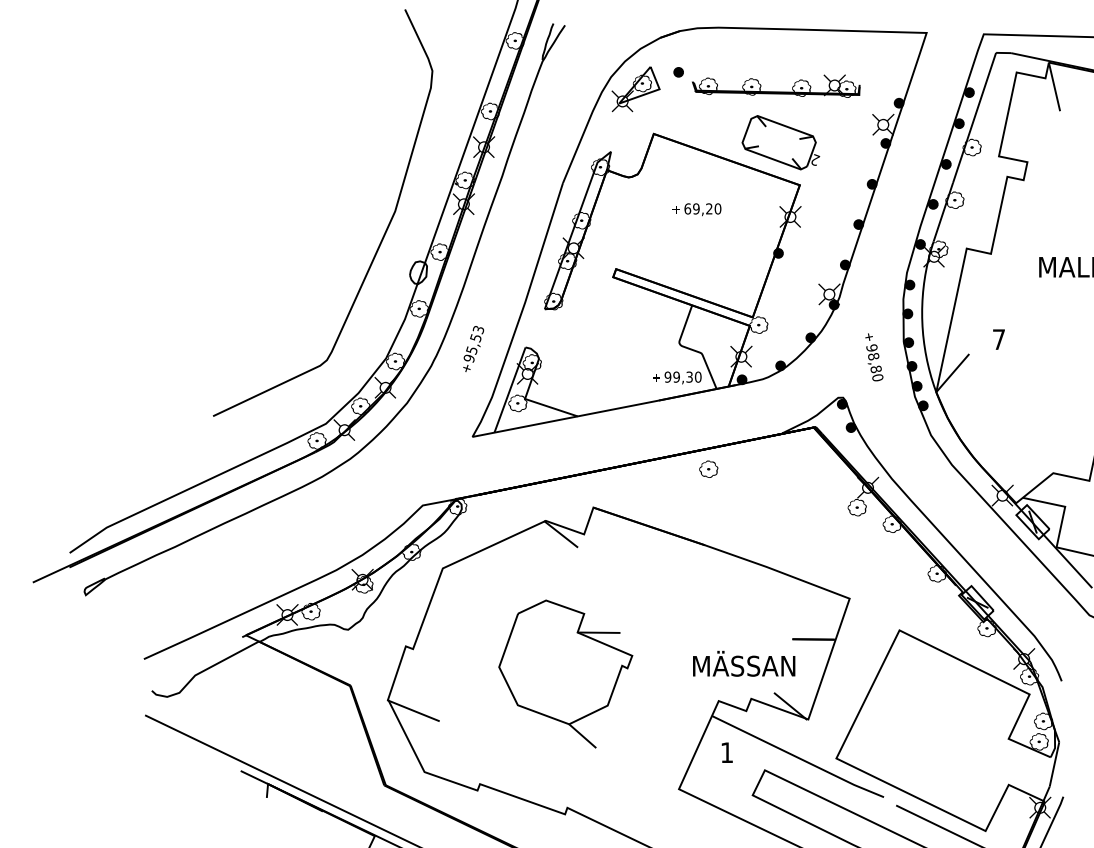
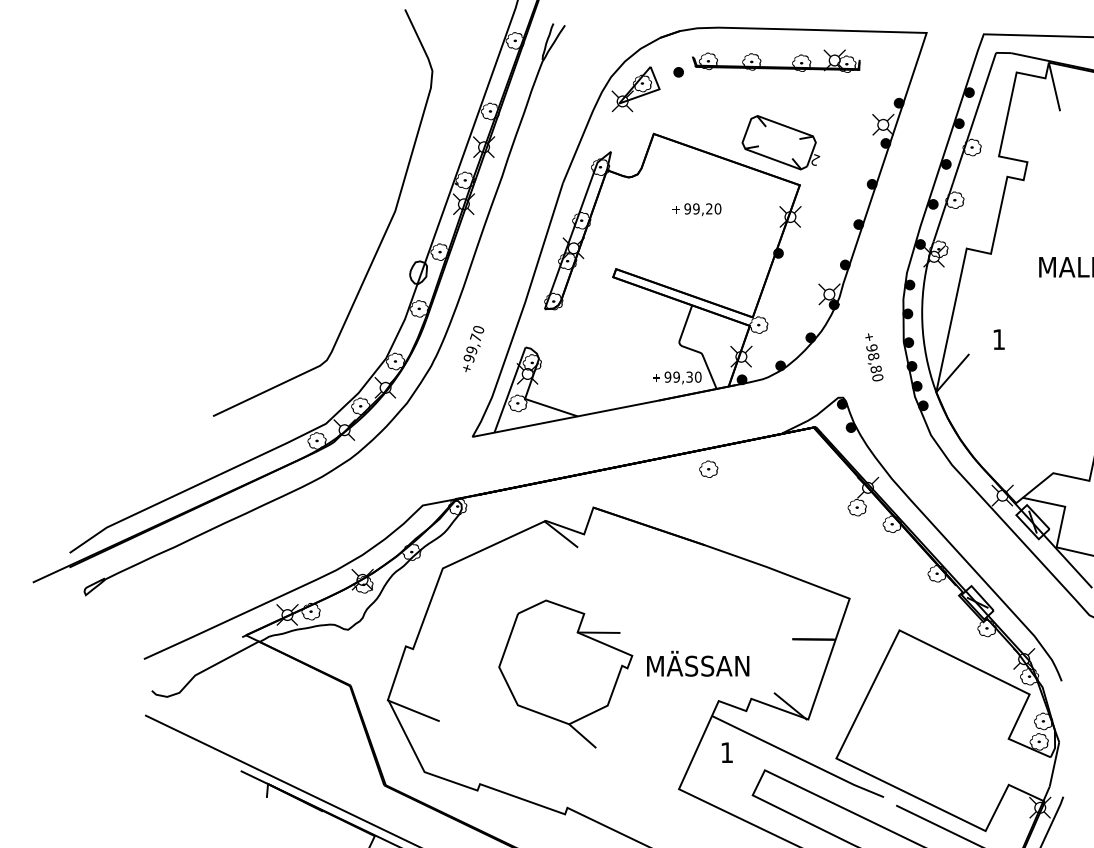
part at (776, 85) position: (776, 85) -> (776, 60)
text at (687, 208): 69,20 -> 99,20
text at (998, 339): 7 -> 1
text at (474, 340): 95,53 -> 99,70
text at (744, 663) position: (744, 663) -> (698, 663)
